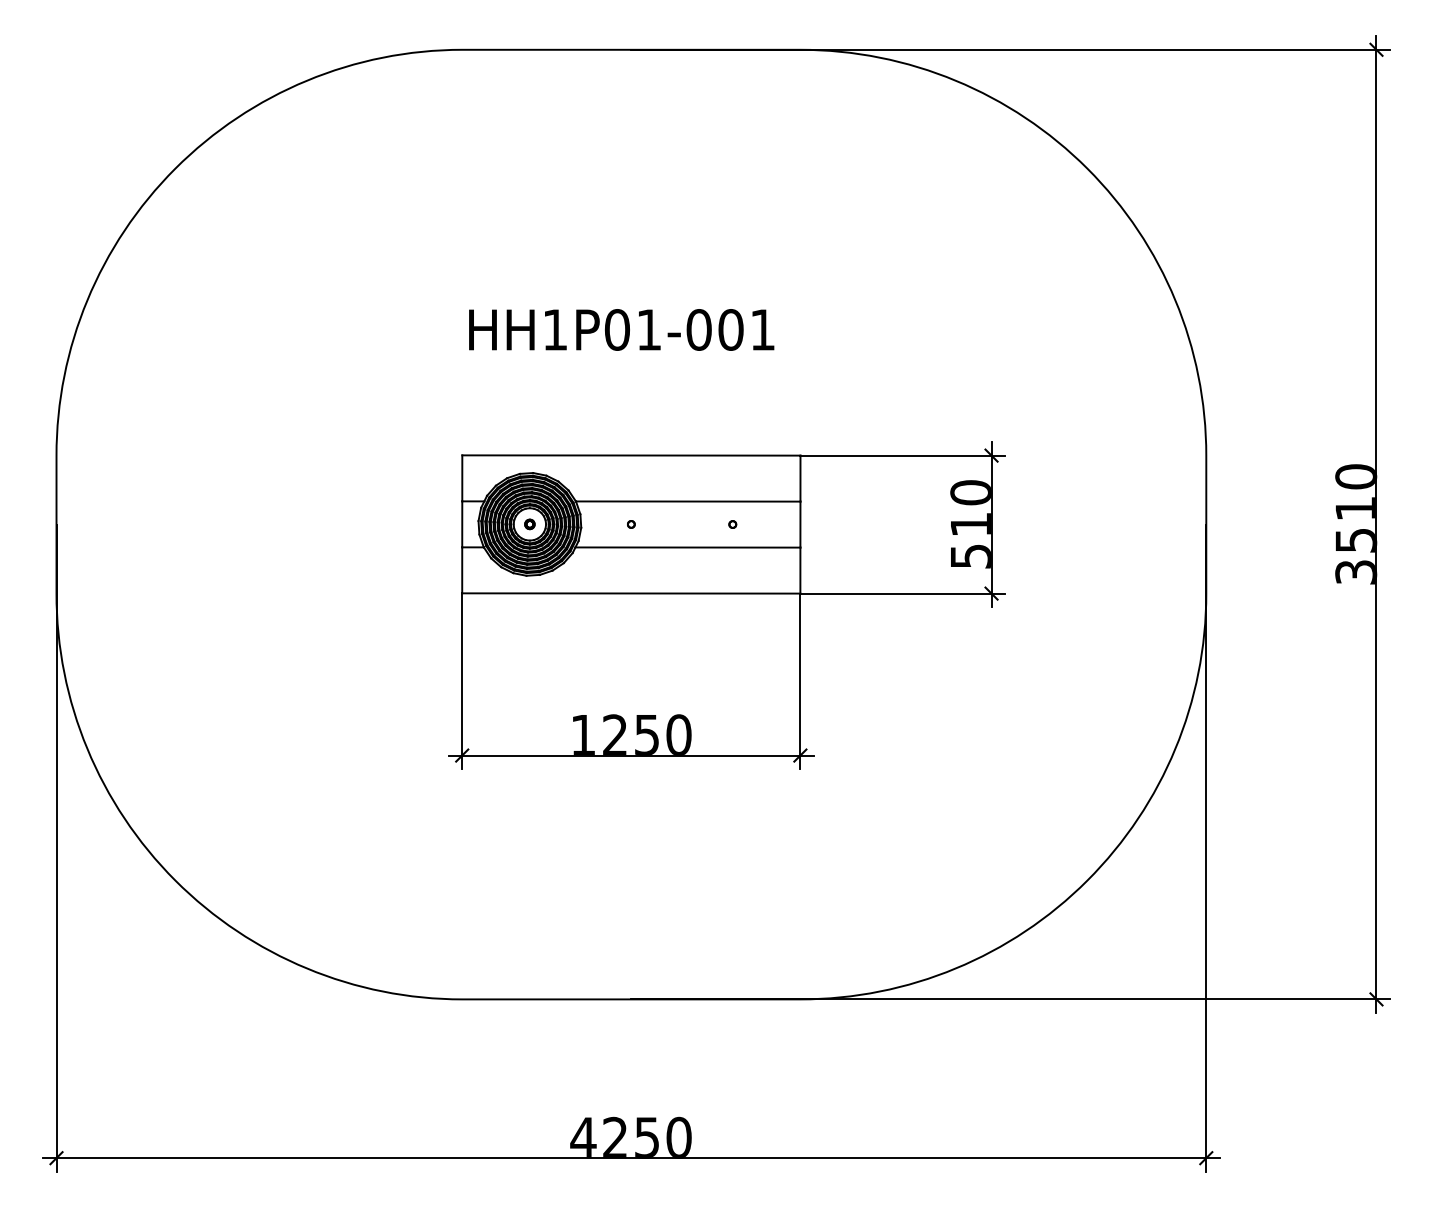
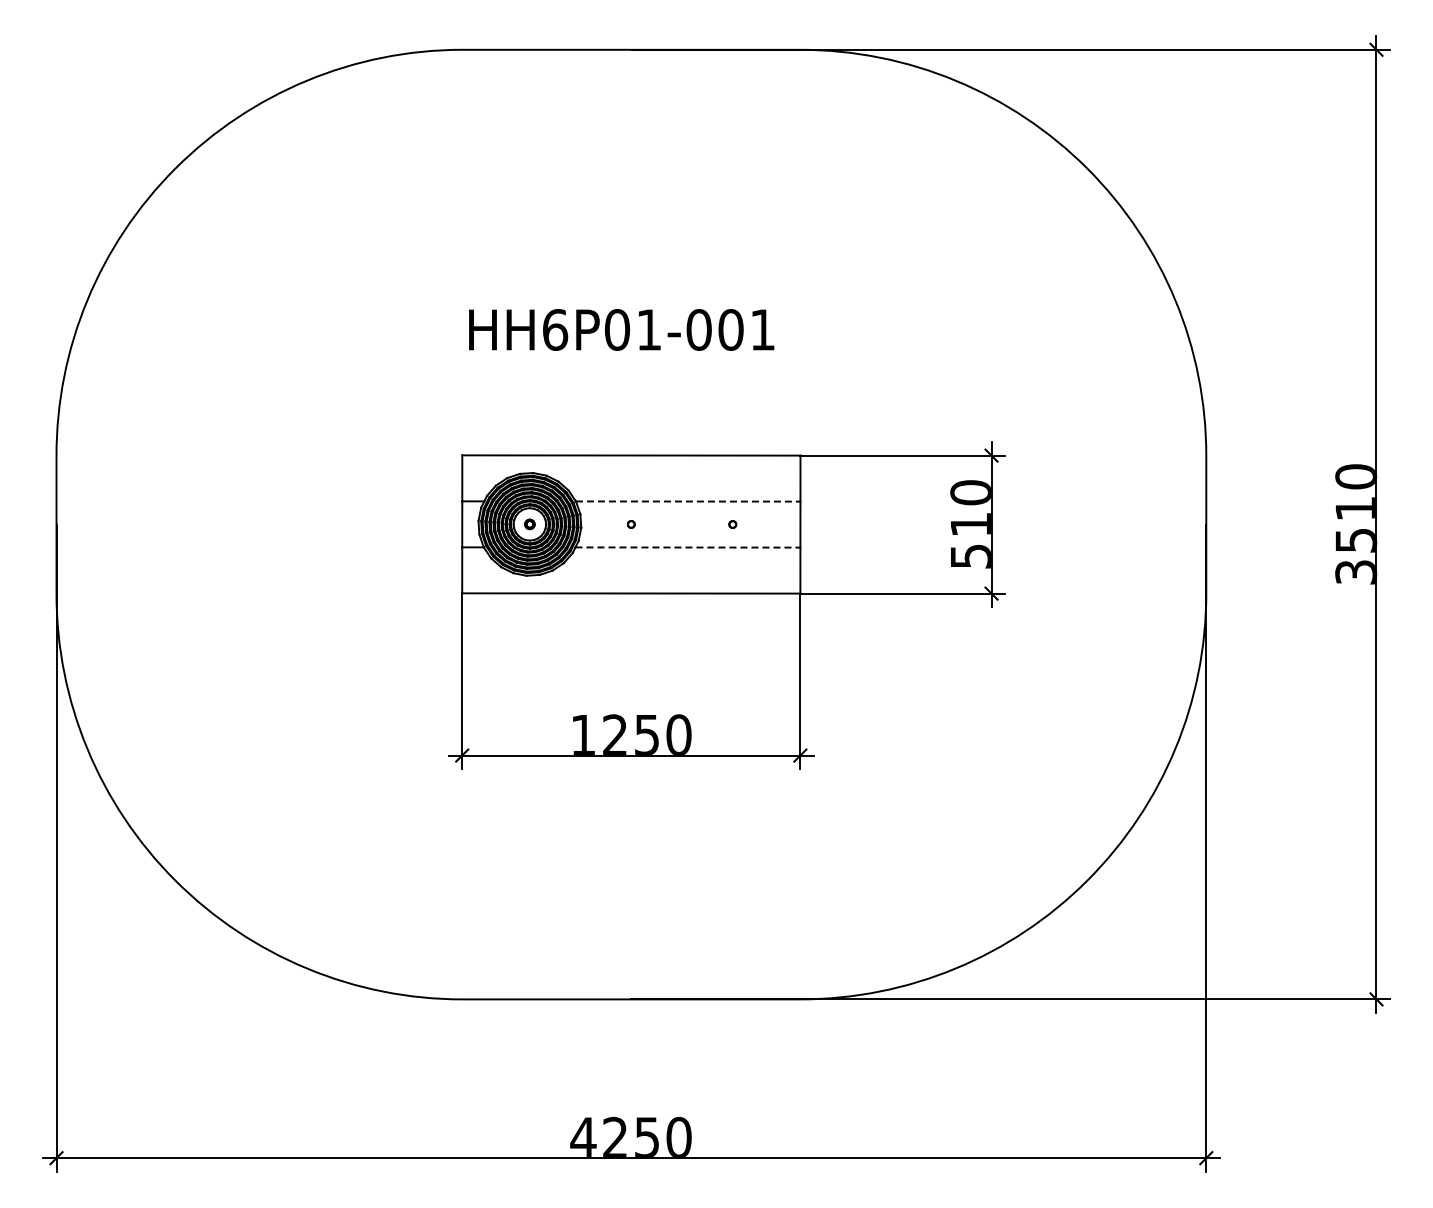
text at (555, 329): HH1P01-001 -> HH6P01-001
line at (688, 501): solid -> dashed
line at (688, 547): solid -> dashed
